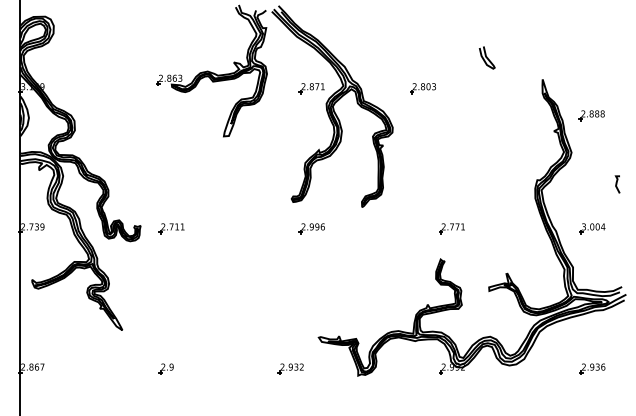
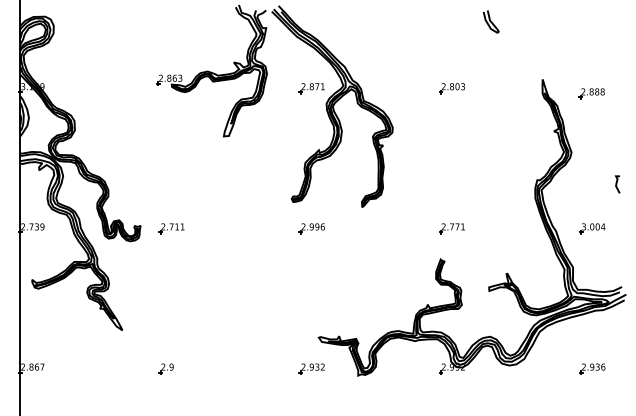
curve at (487, 57) position: (487, 57) -> (491, 21)
part at (422, 88) position: (422, 88) -> (451, 88)
part at (591, 115) position: (591, 115) -> (591, 93)
part at (290, 368) position: (290, 368) -> (311, 368)
